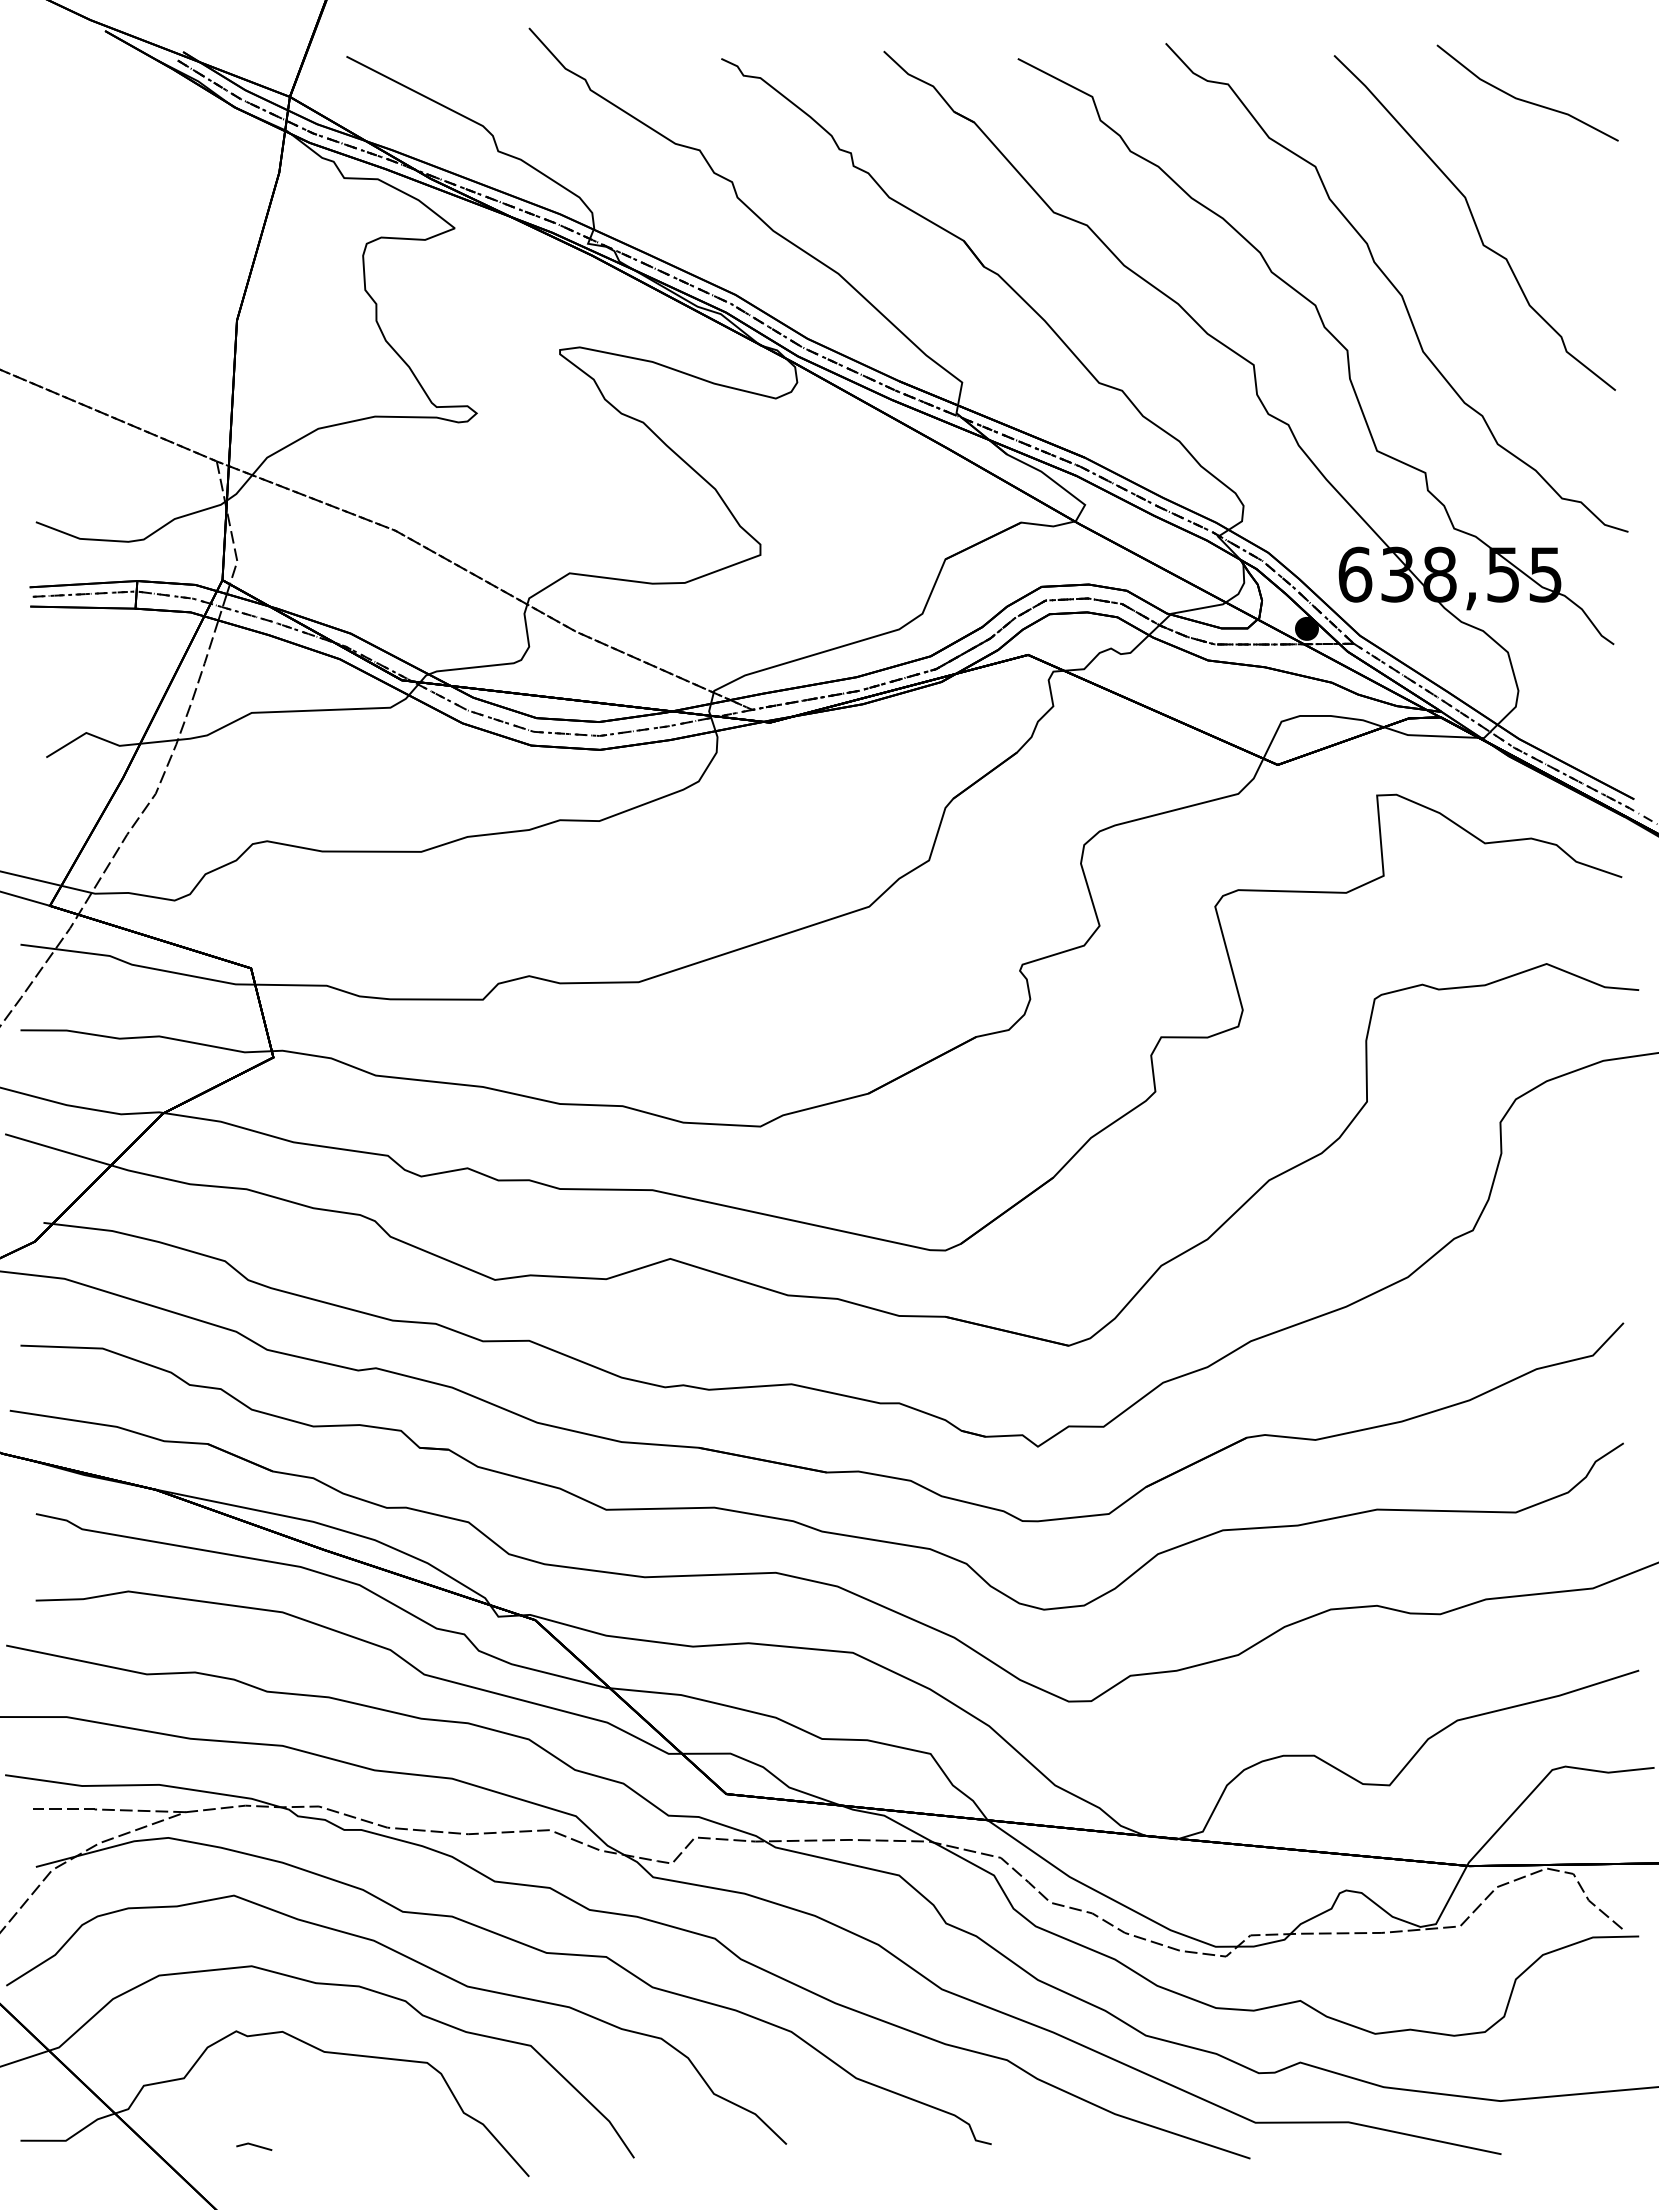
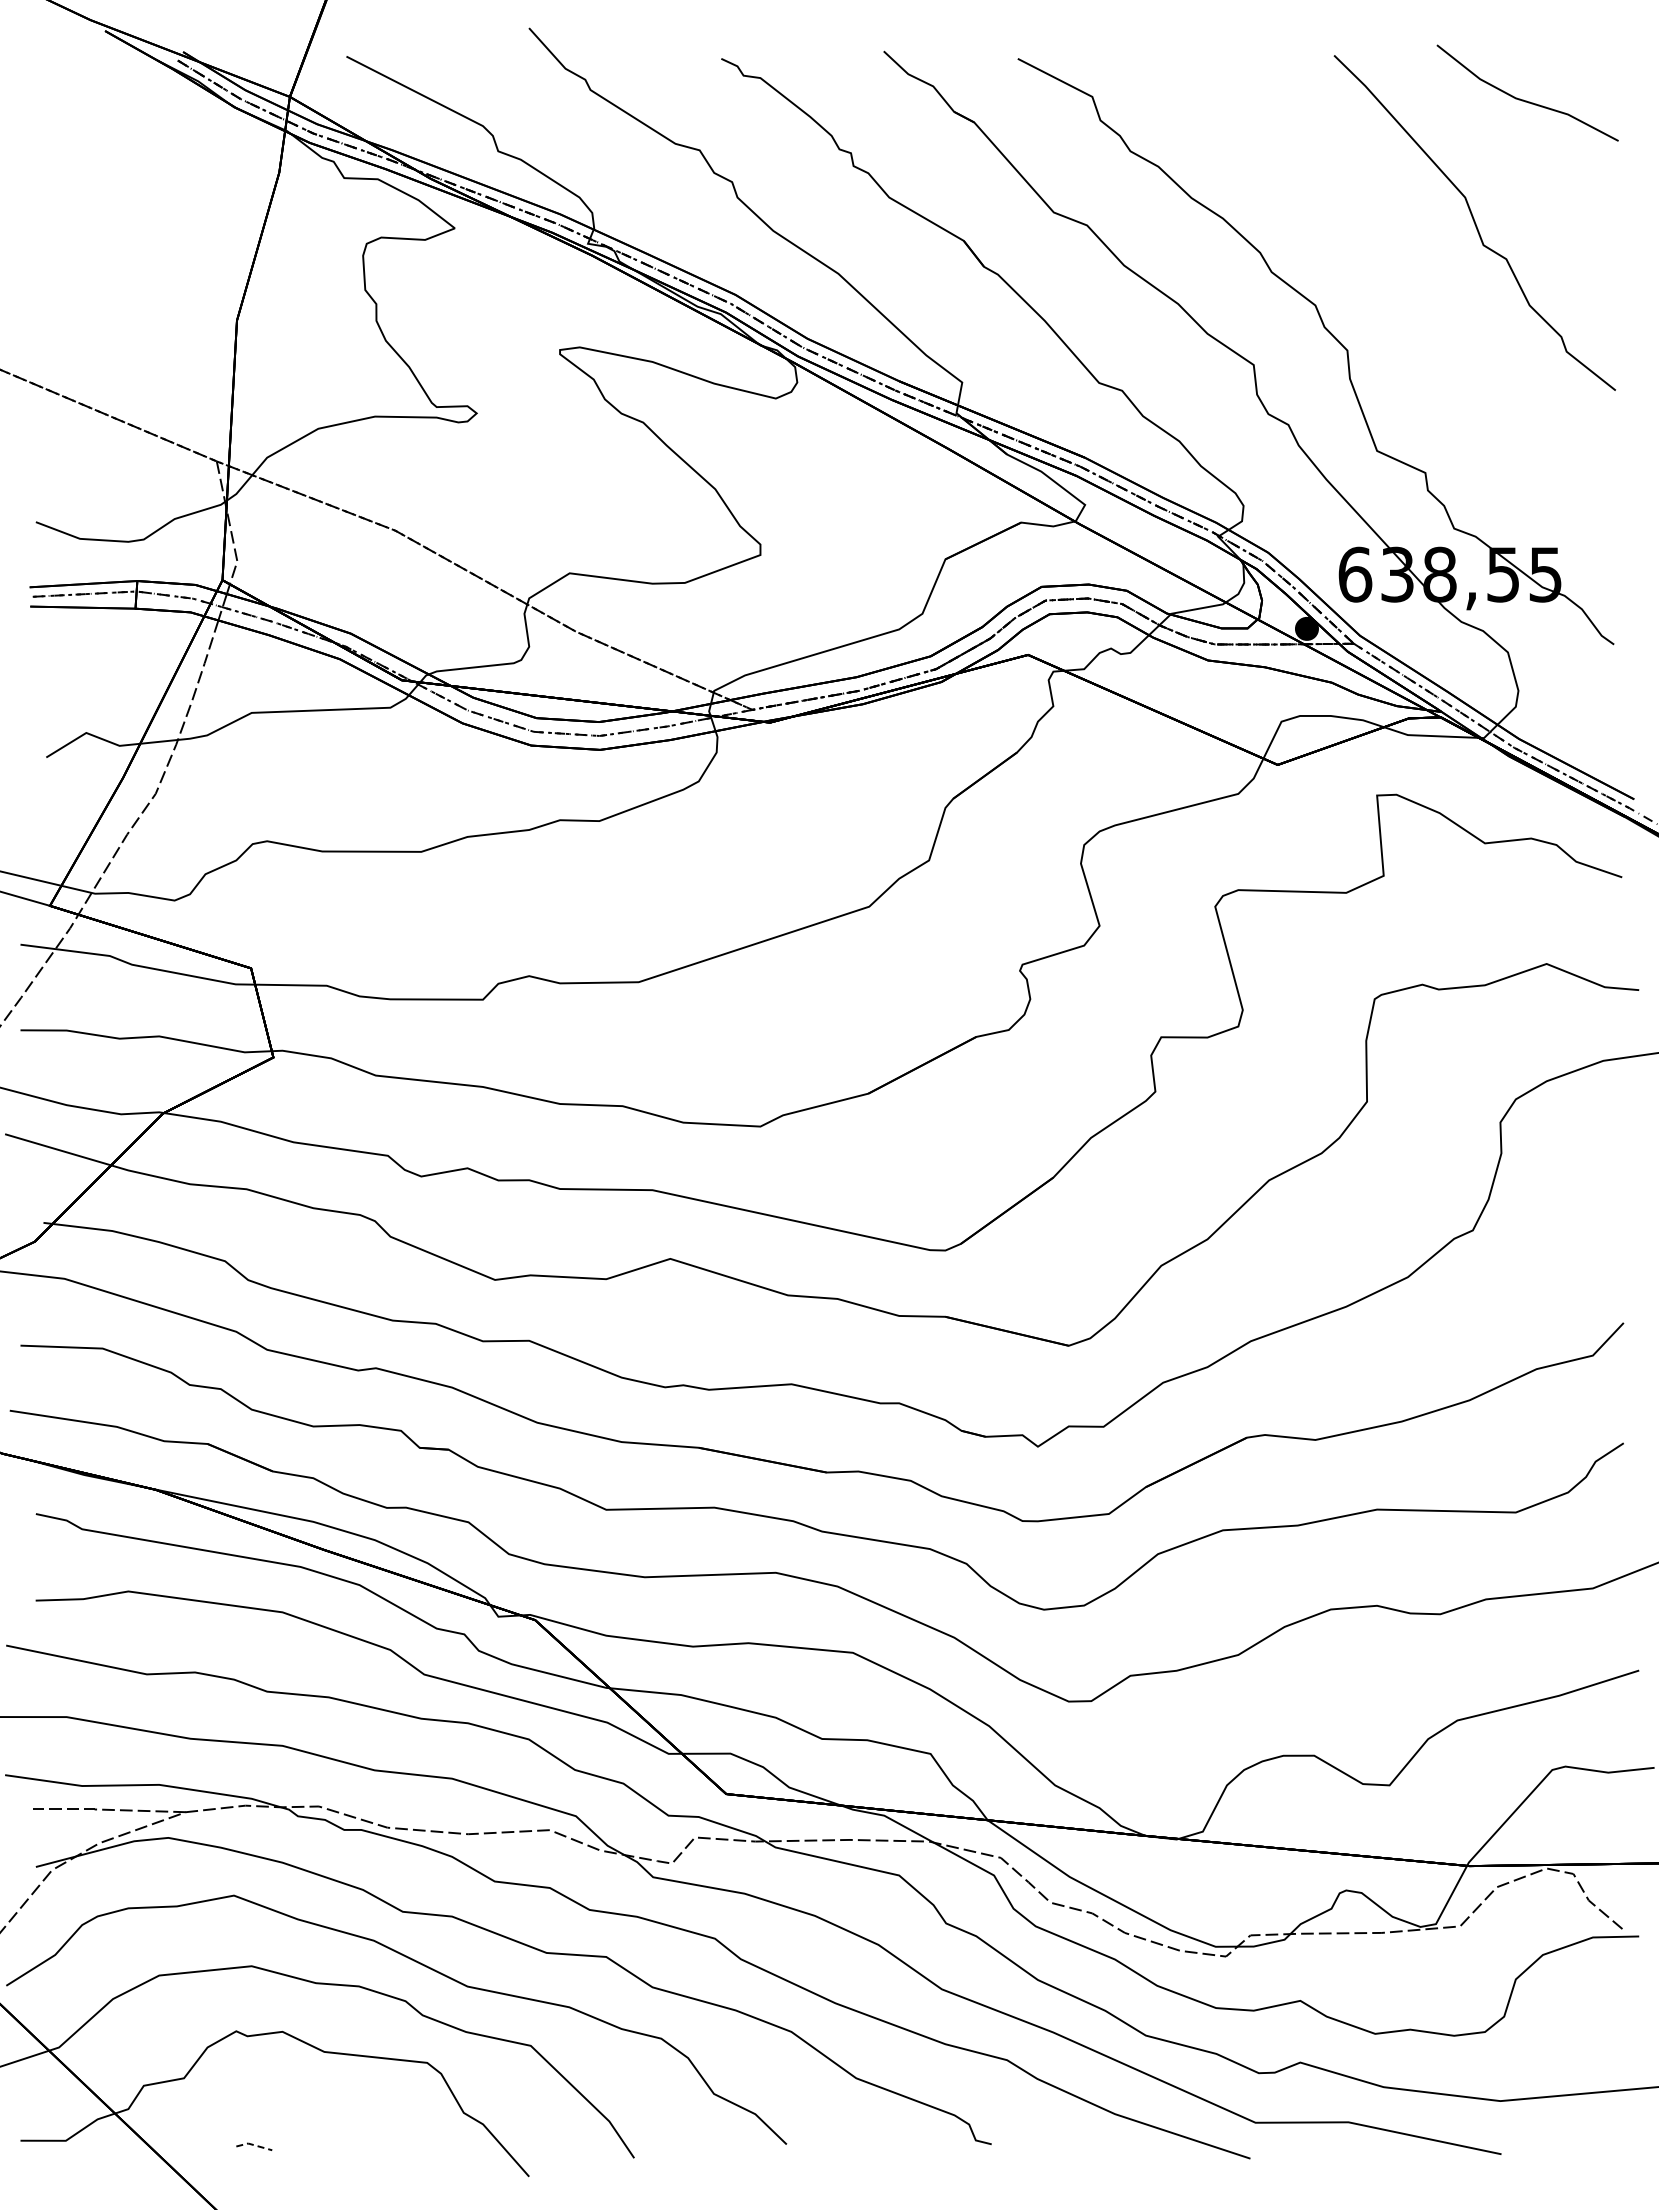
curve at (1396, 287): present -> none
line at (253, 2145): solid -> dashed
